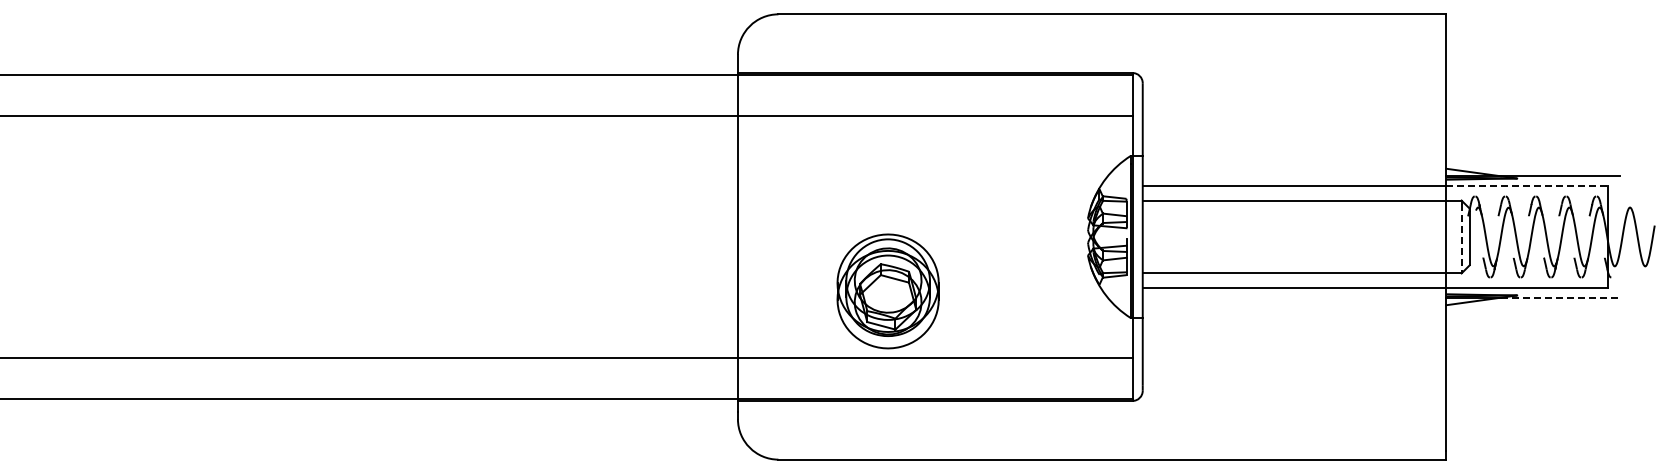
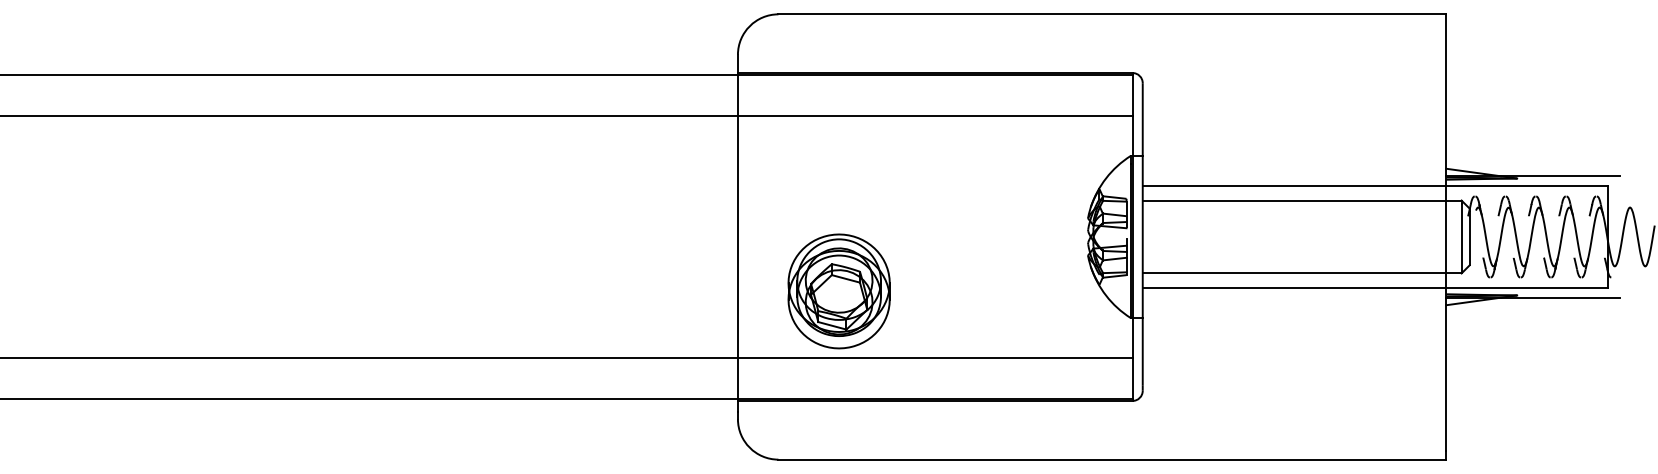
line at (1527, 186): dashed -> solid
line at (1461, 238): dashed -> solid
part at (887, 291) position: (887, 291) -> (838, 291)
line at (1560, 297): dashed -> solid
